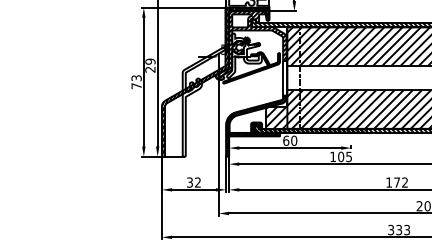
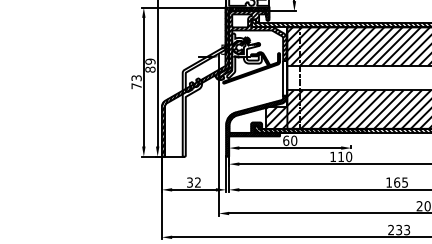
text at (150, 69): 29 -> 89
text at (345, 156): 105 -> 110
text at (400, 182): 172 -> 165
text at (391, 230): 333 -> 233
